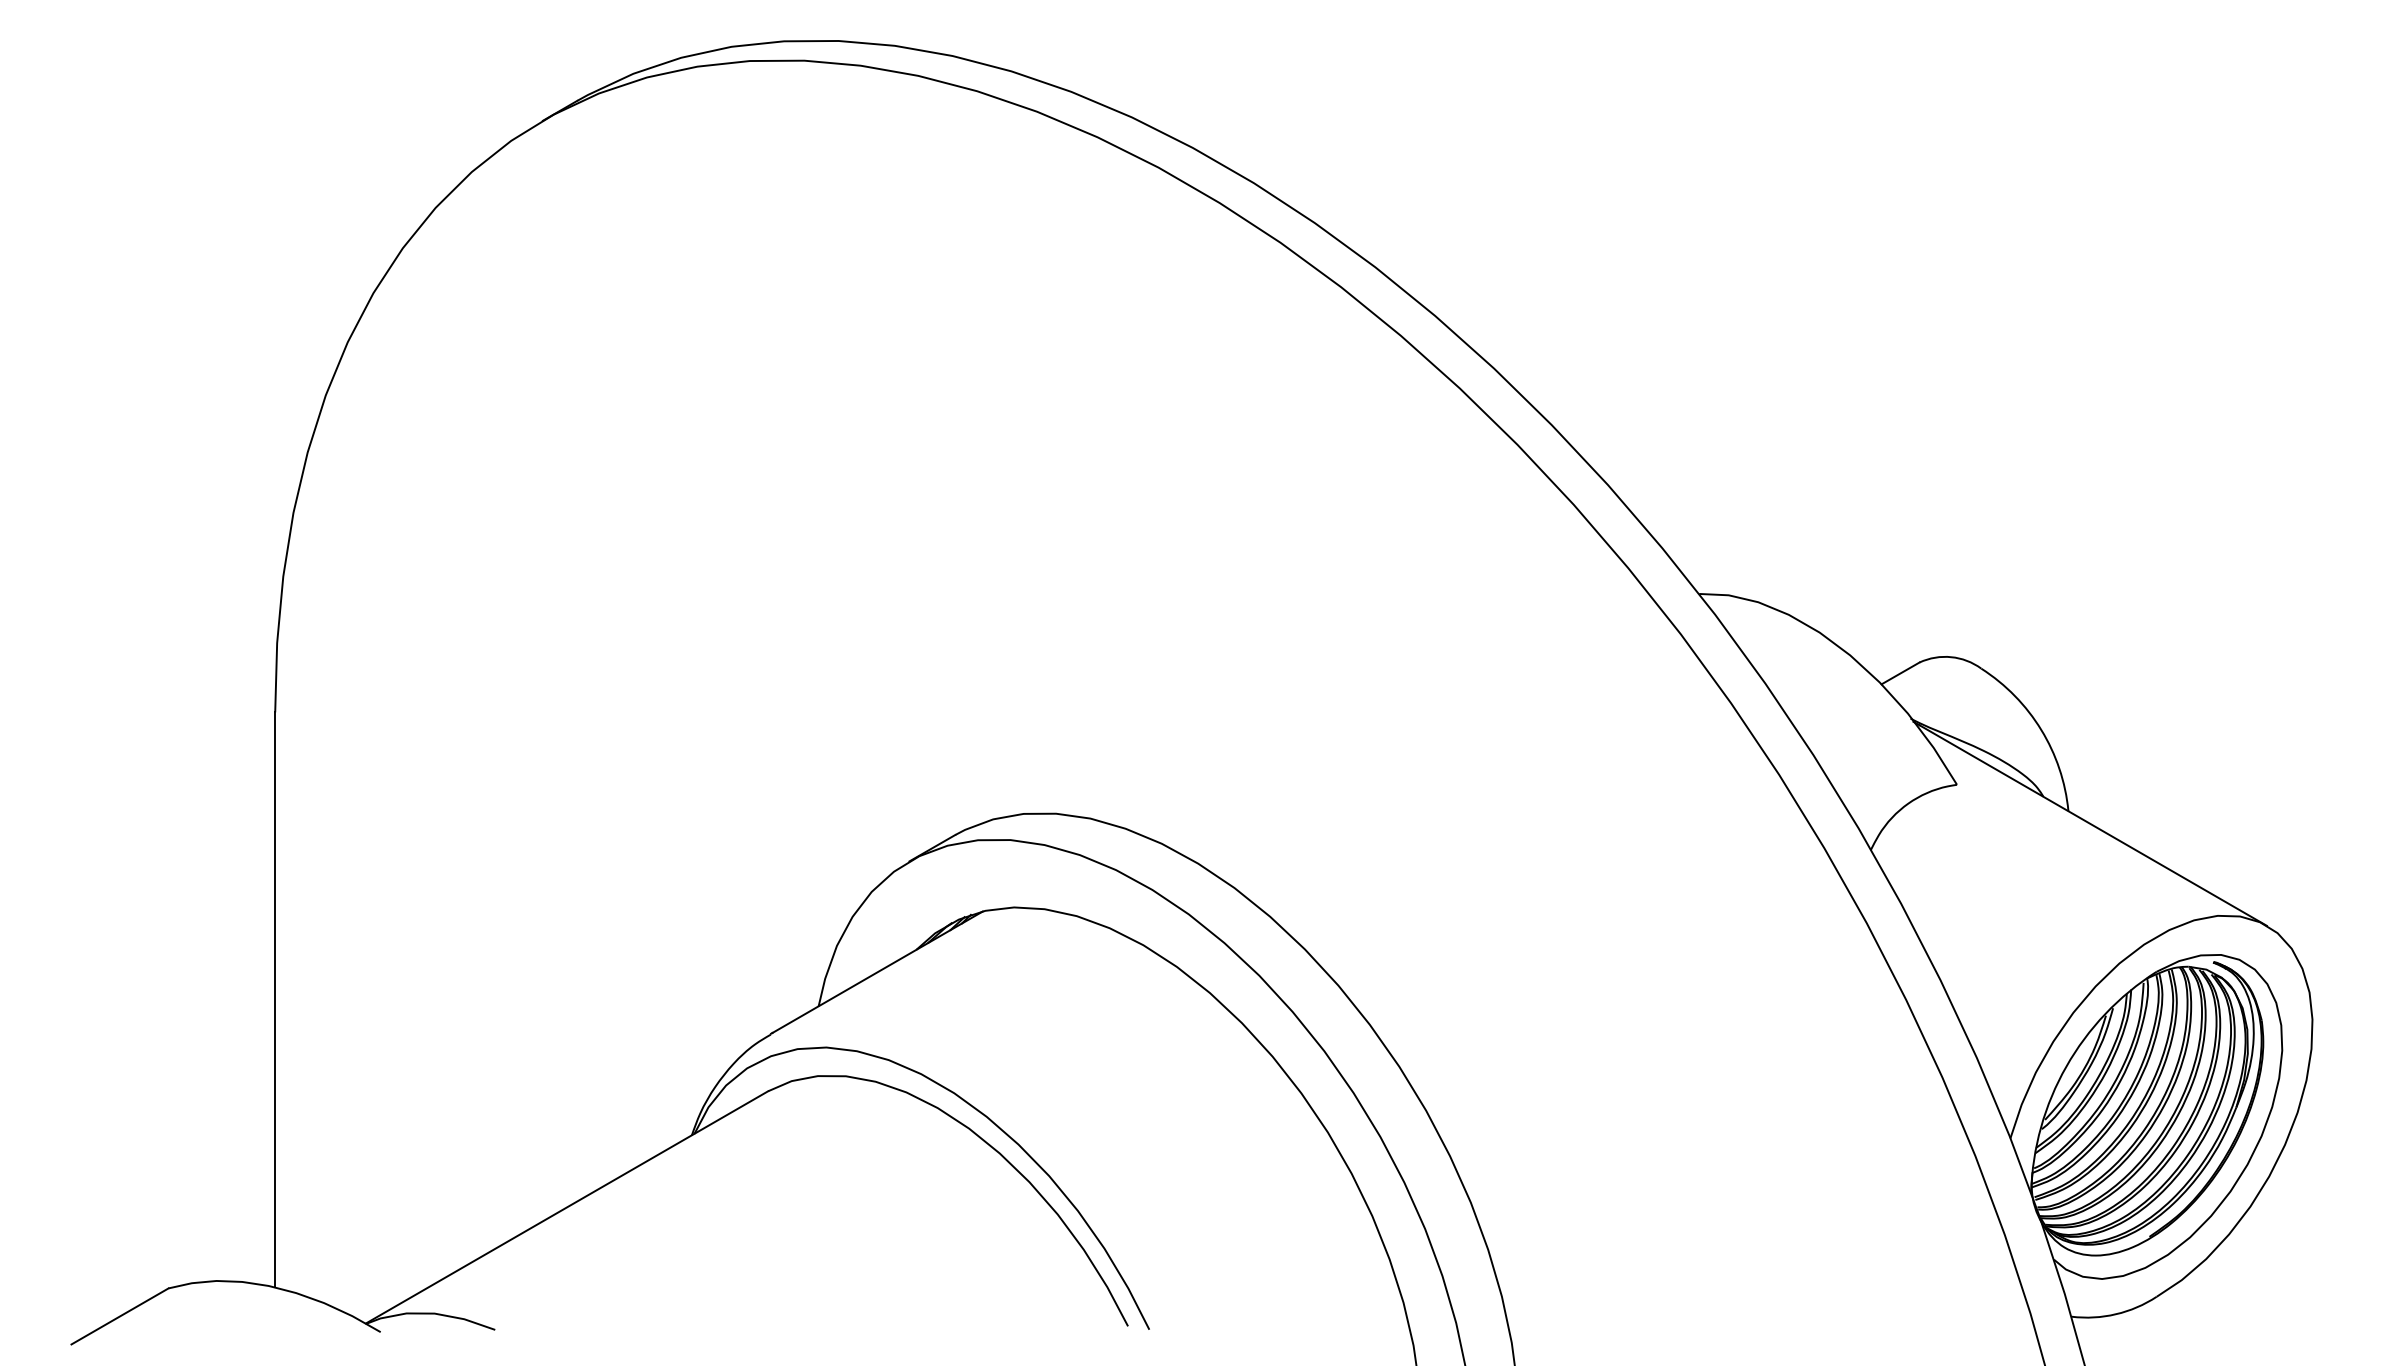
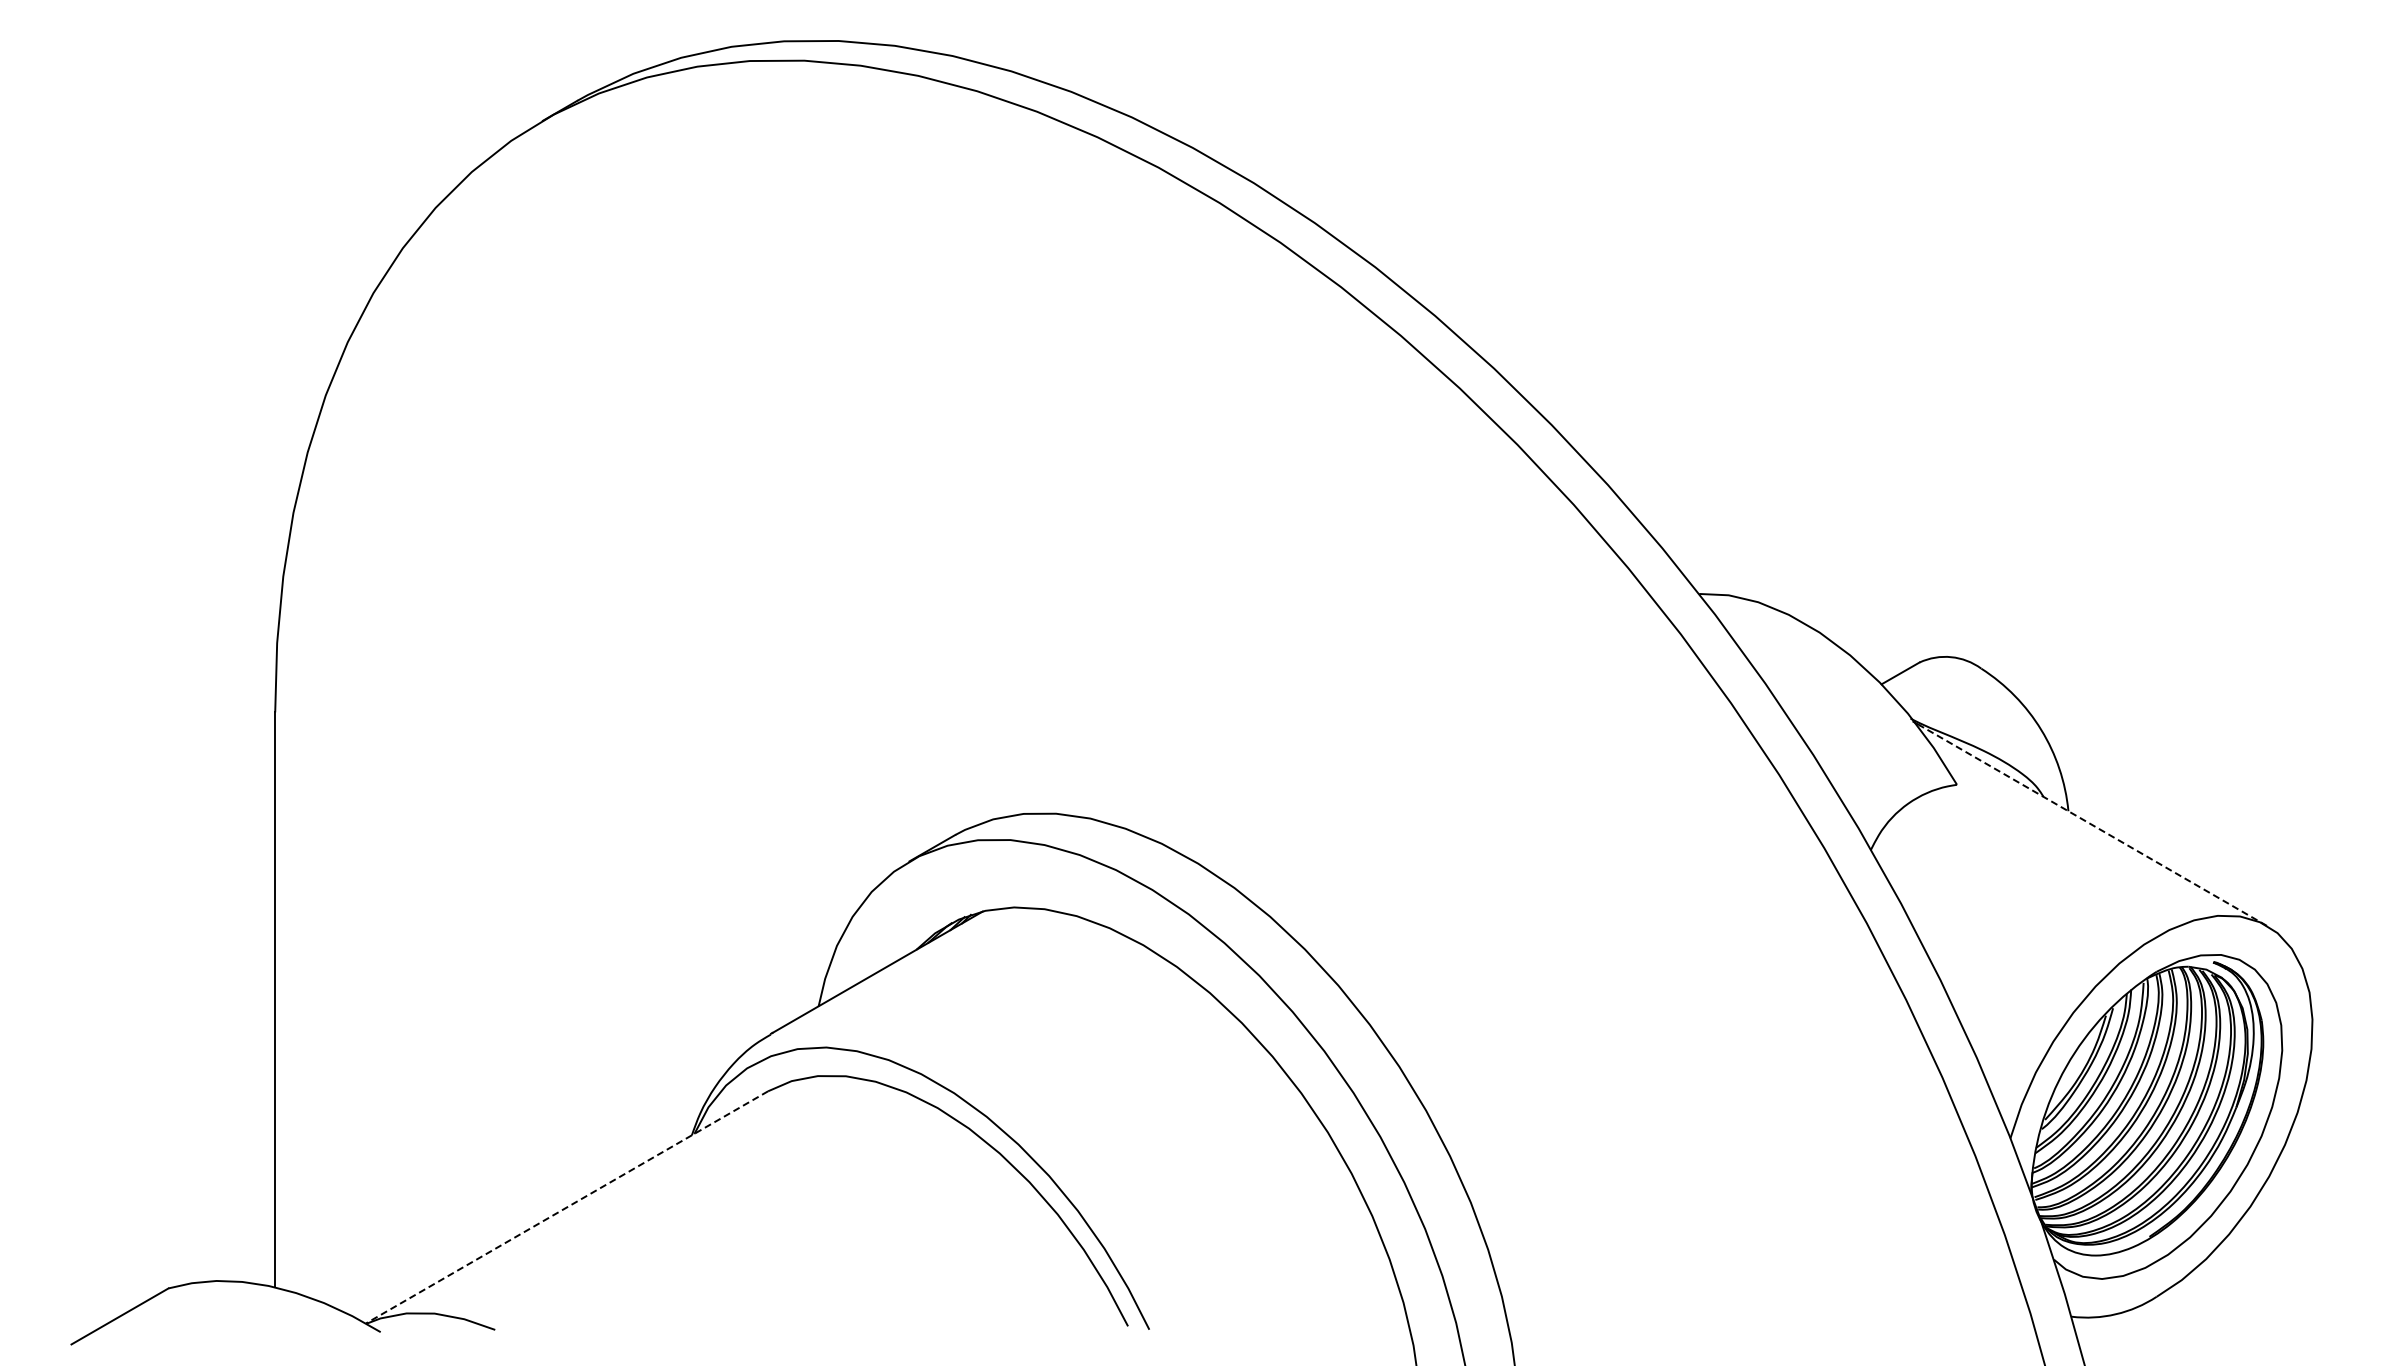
line at (2092, 825): solid -> dashed
line at (566, 1207): solid -> dashed
